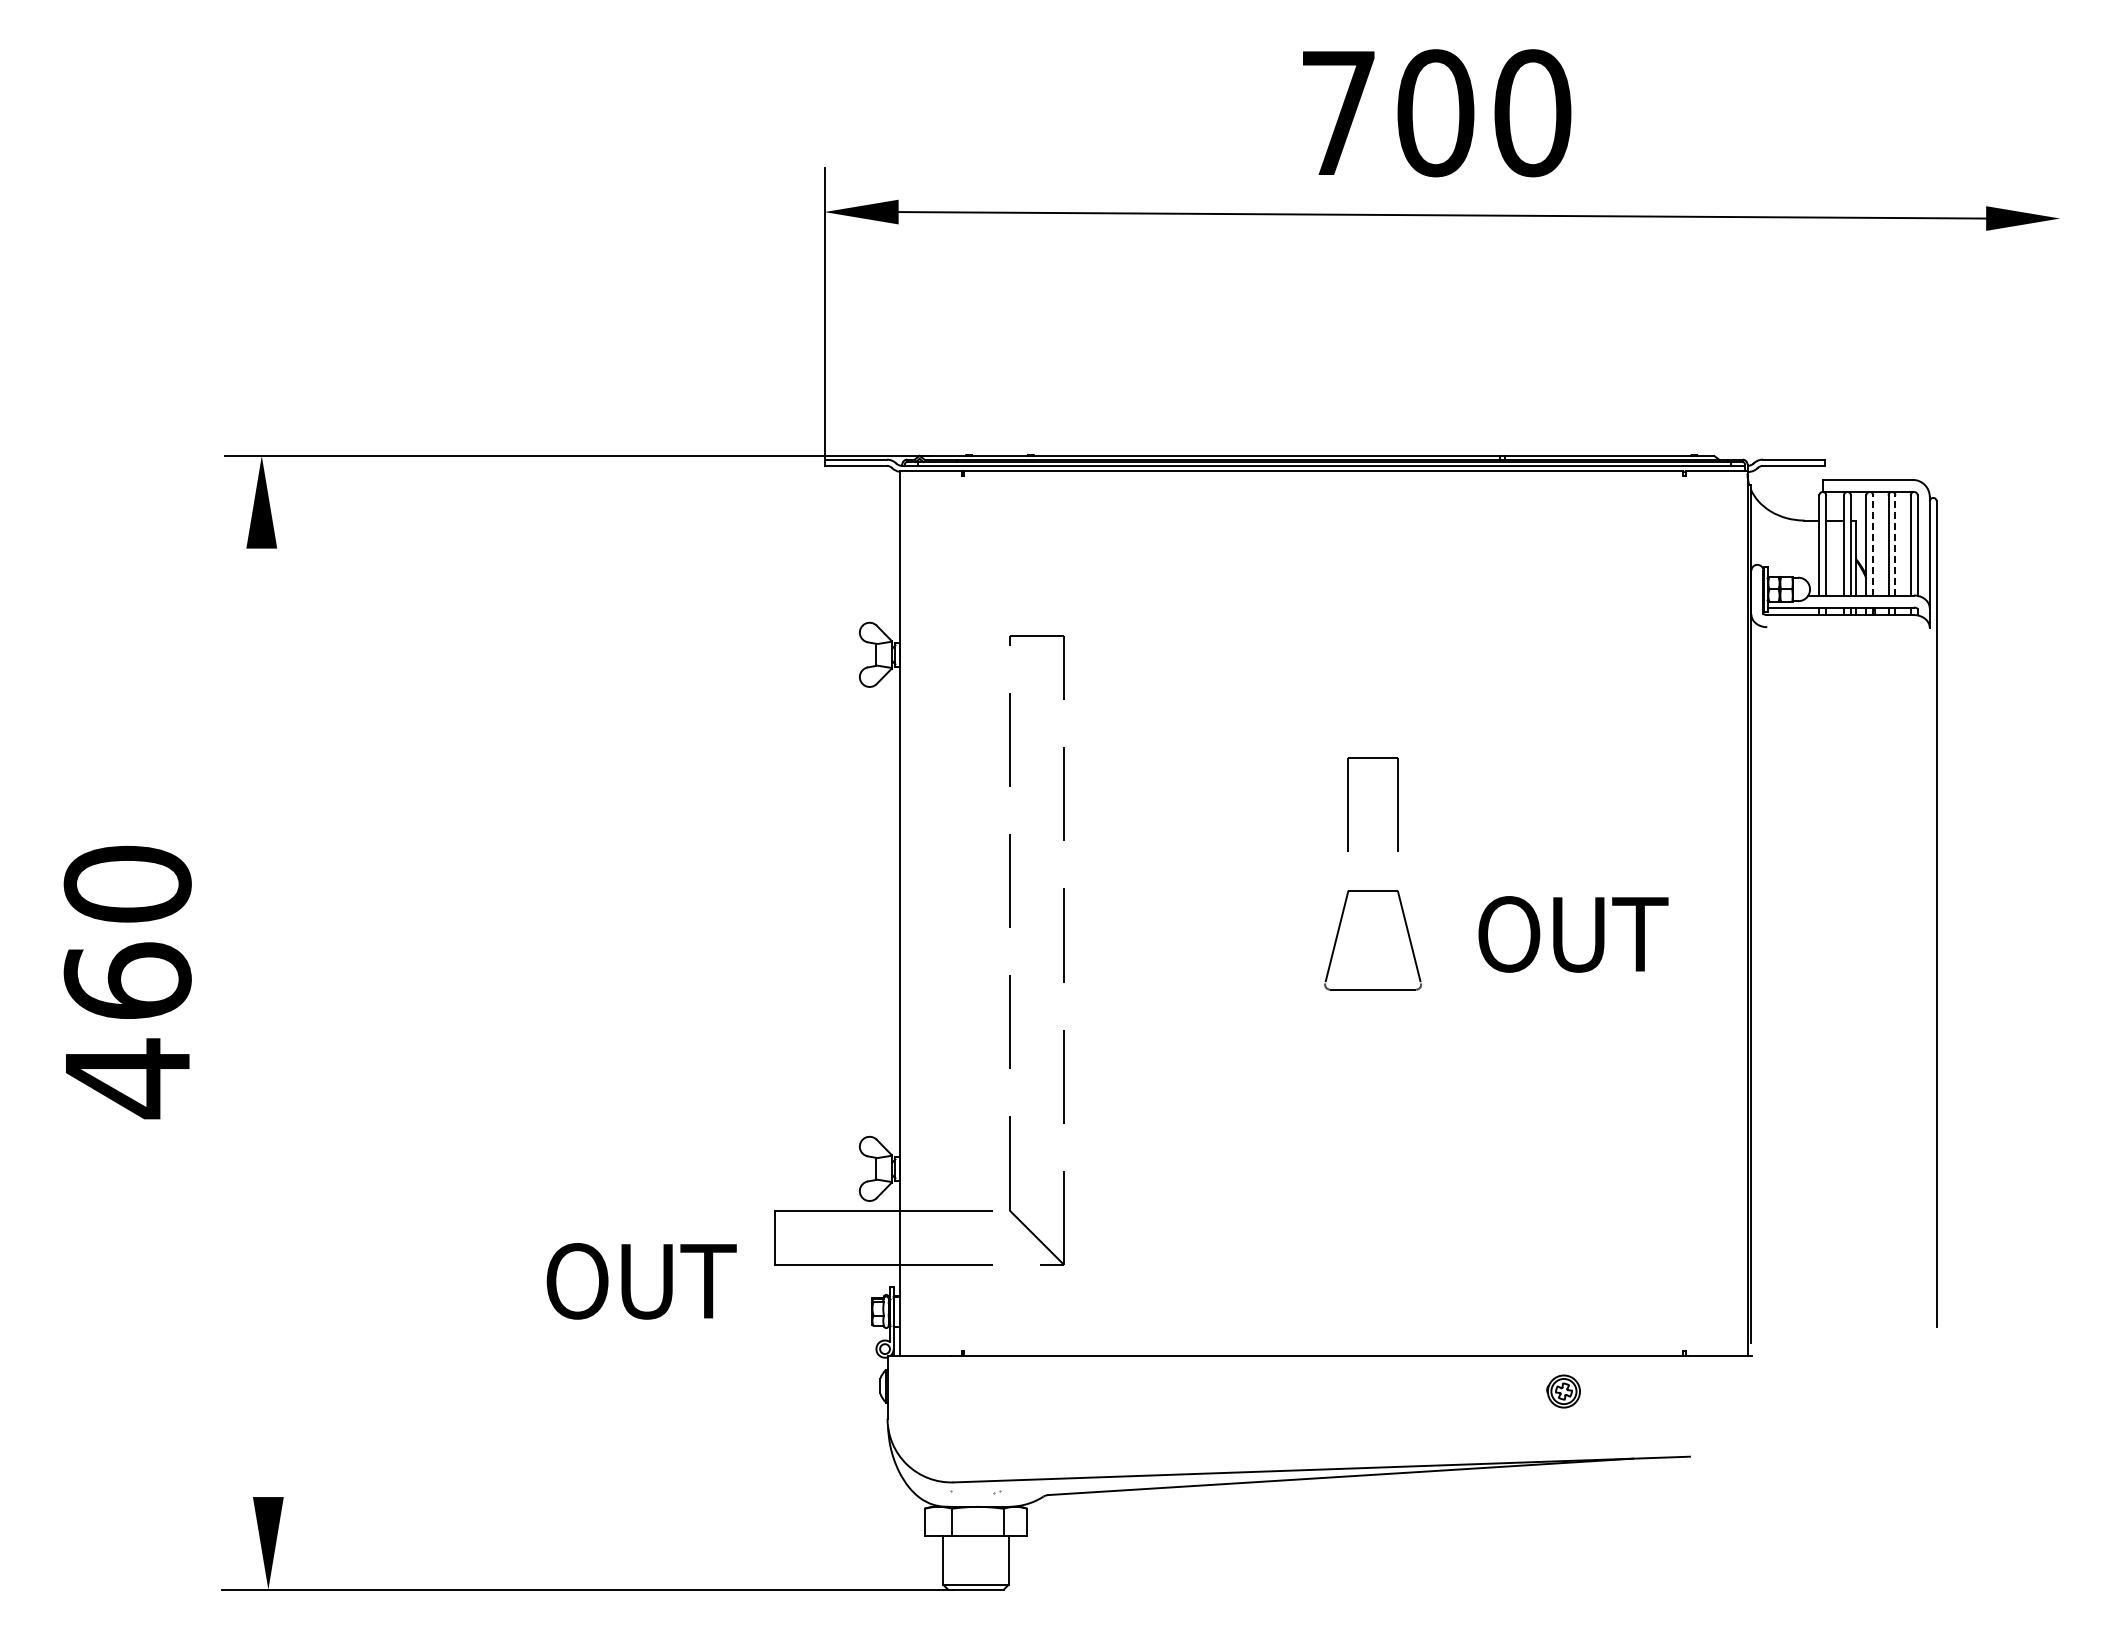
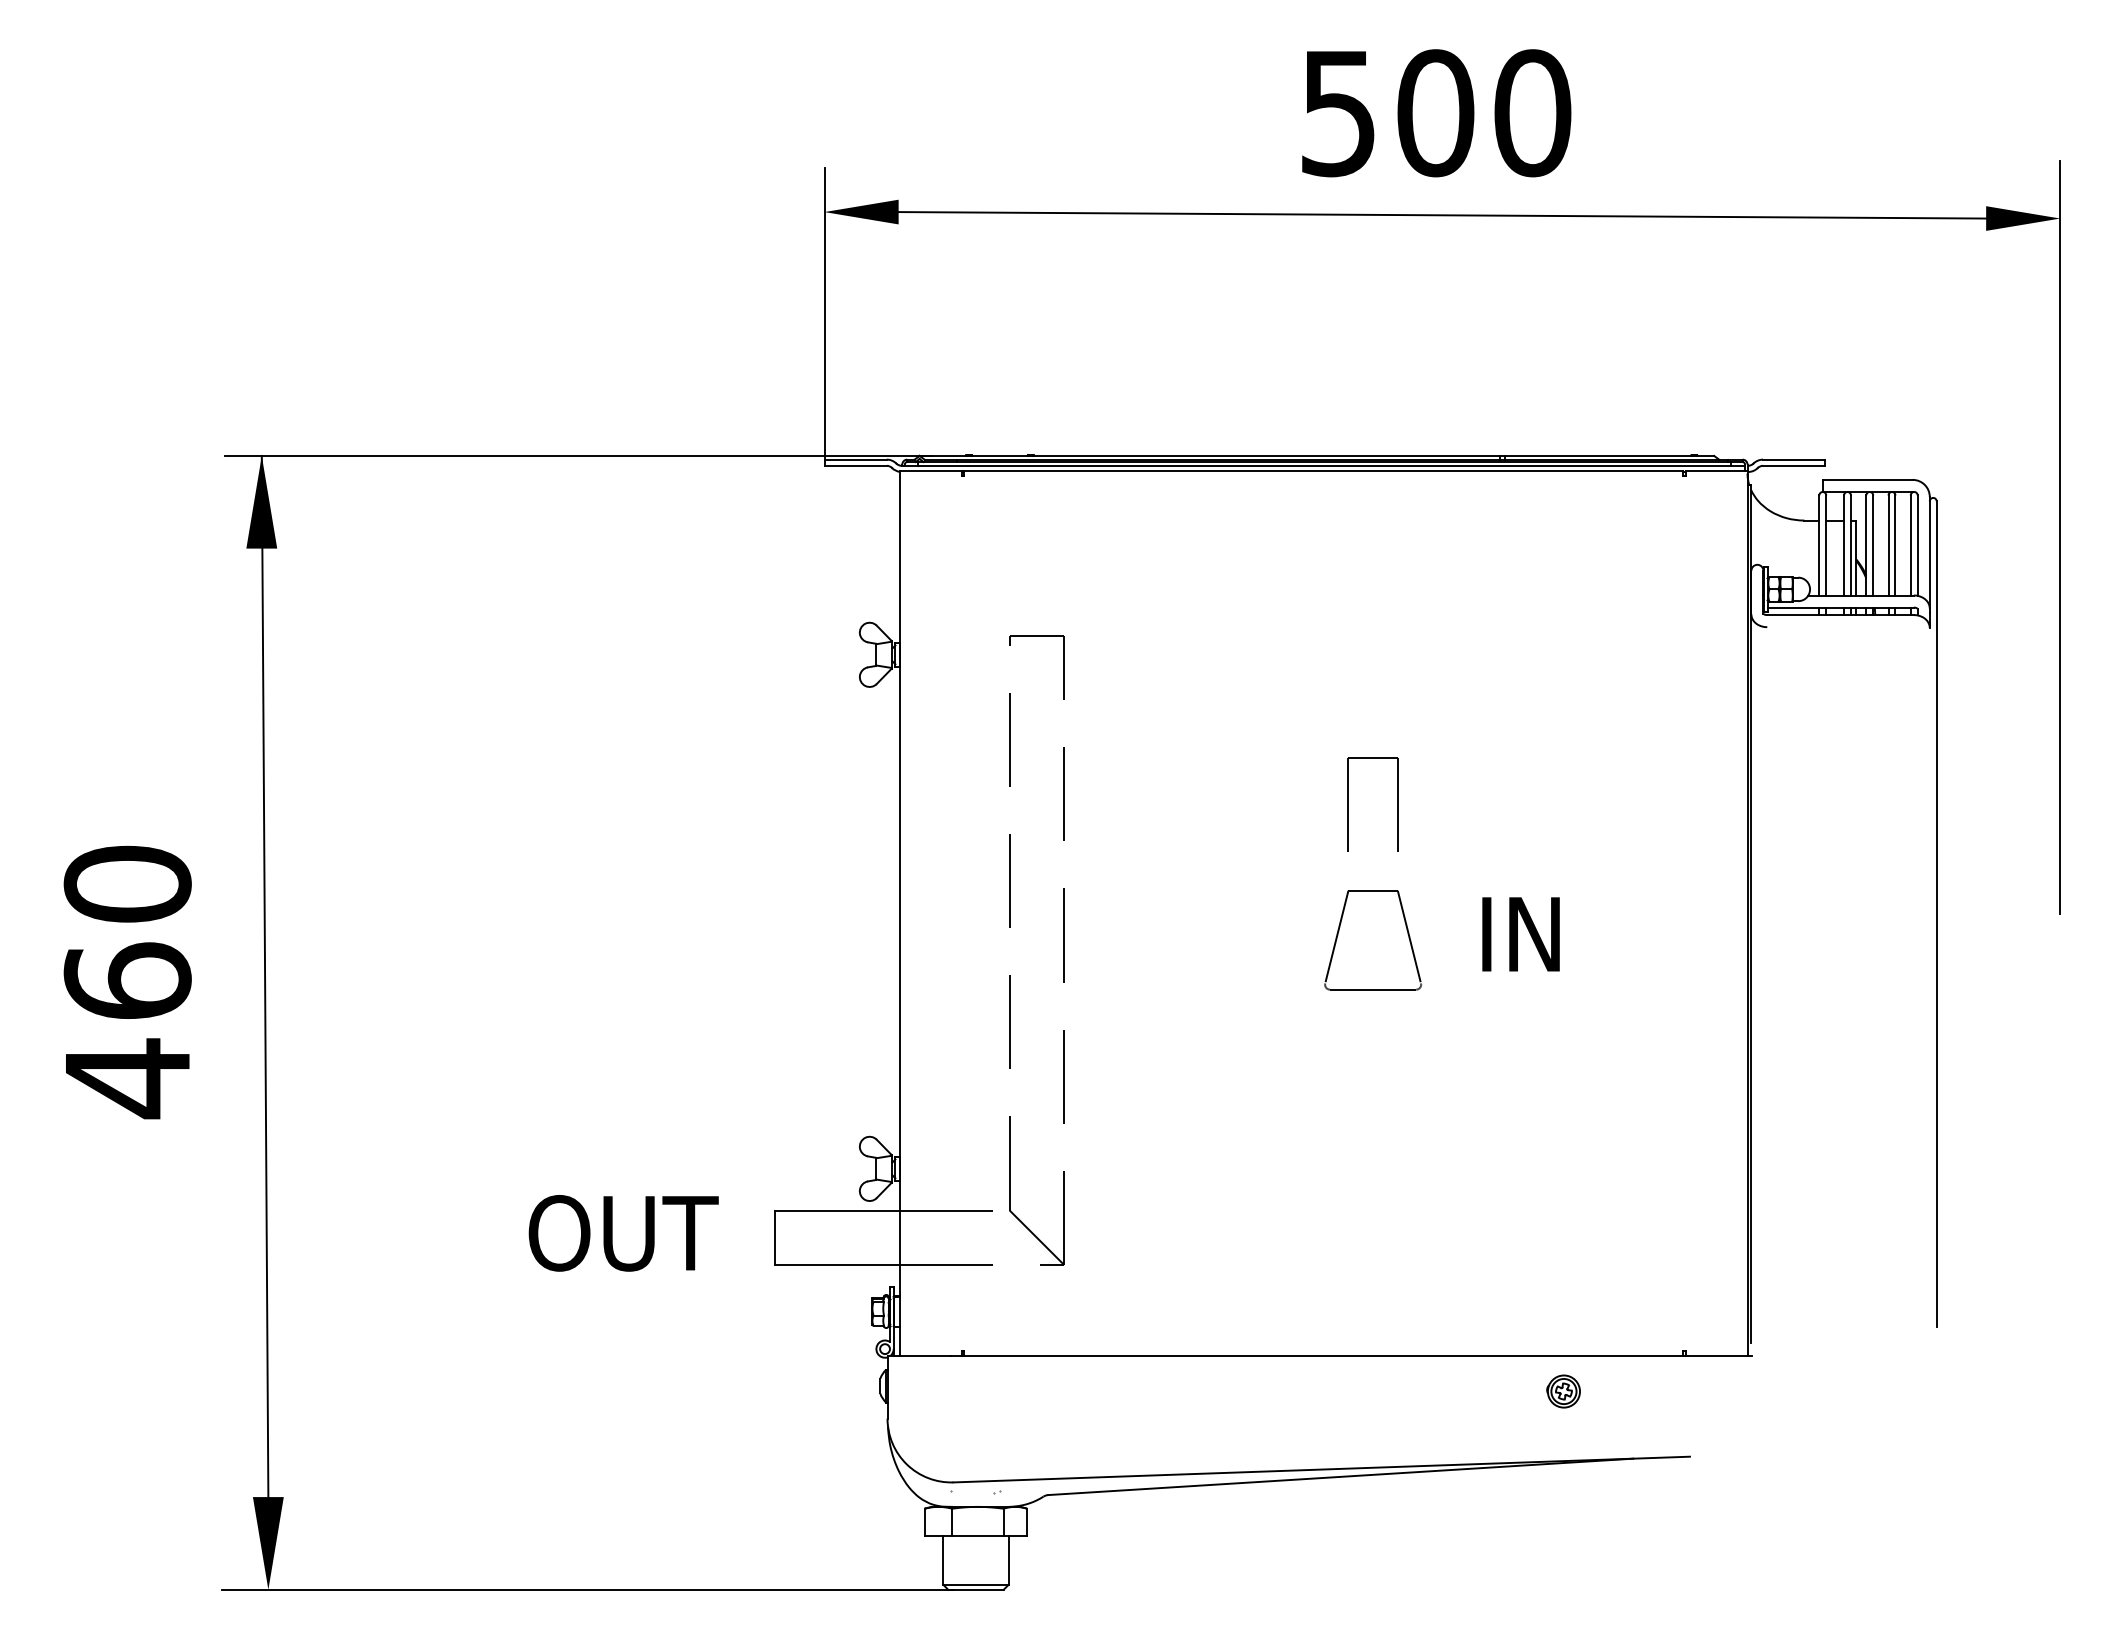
text at (1338, 114): 700 -> 500
line at (2060, 537): none -> present
line at (1873, 544): dashed -> solid
line at (1895, 544): dashed -> solid
text at (1573, 934): OUT -> IN
line at (264, 976): none -> present
text at (641, 1281) position: (641, 1281) -> (623, 1233)
